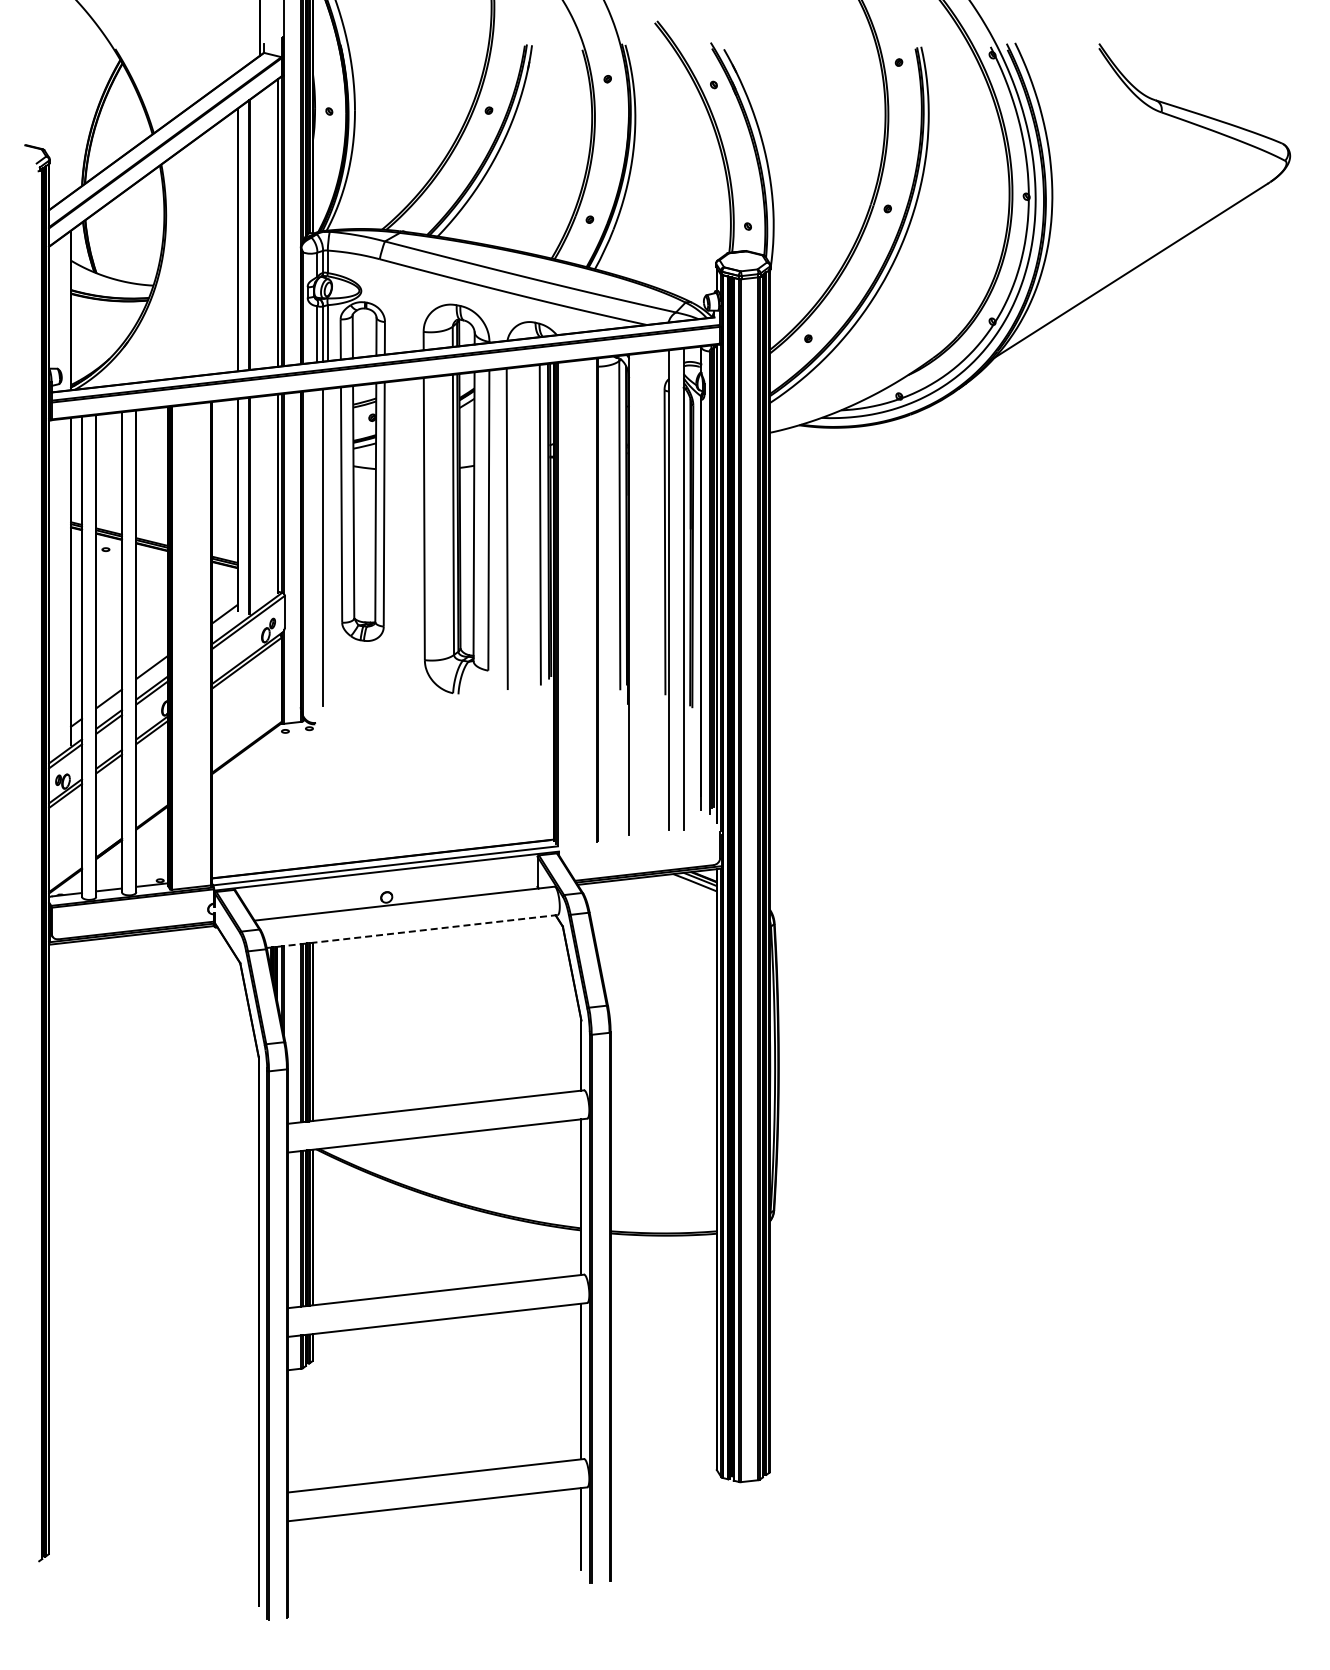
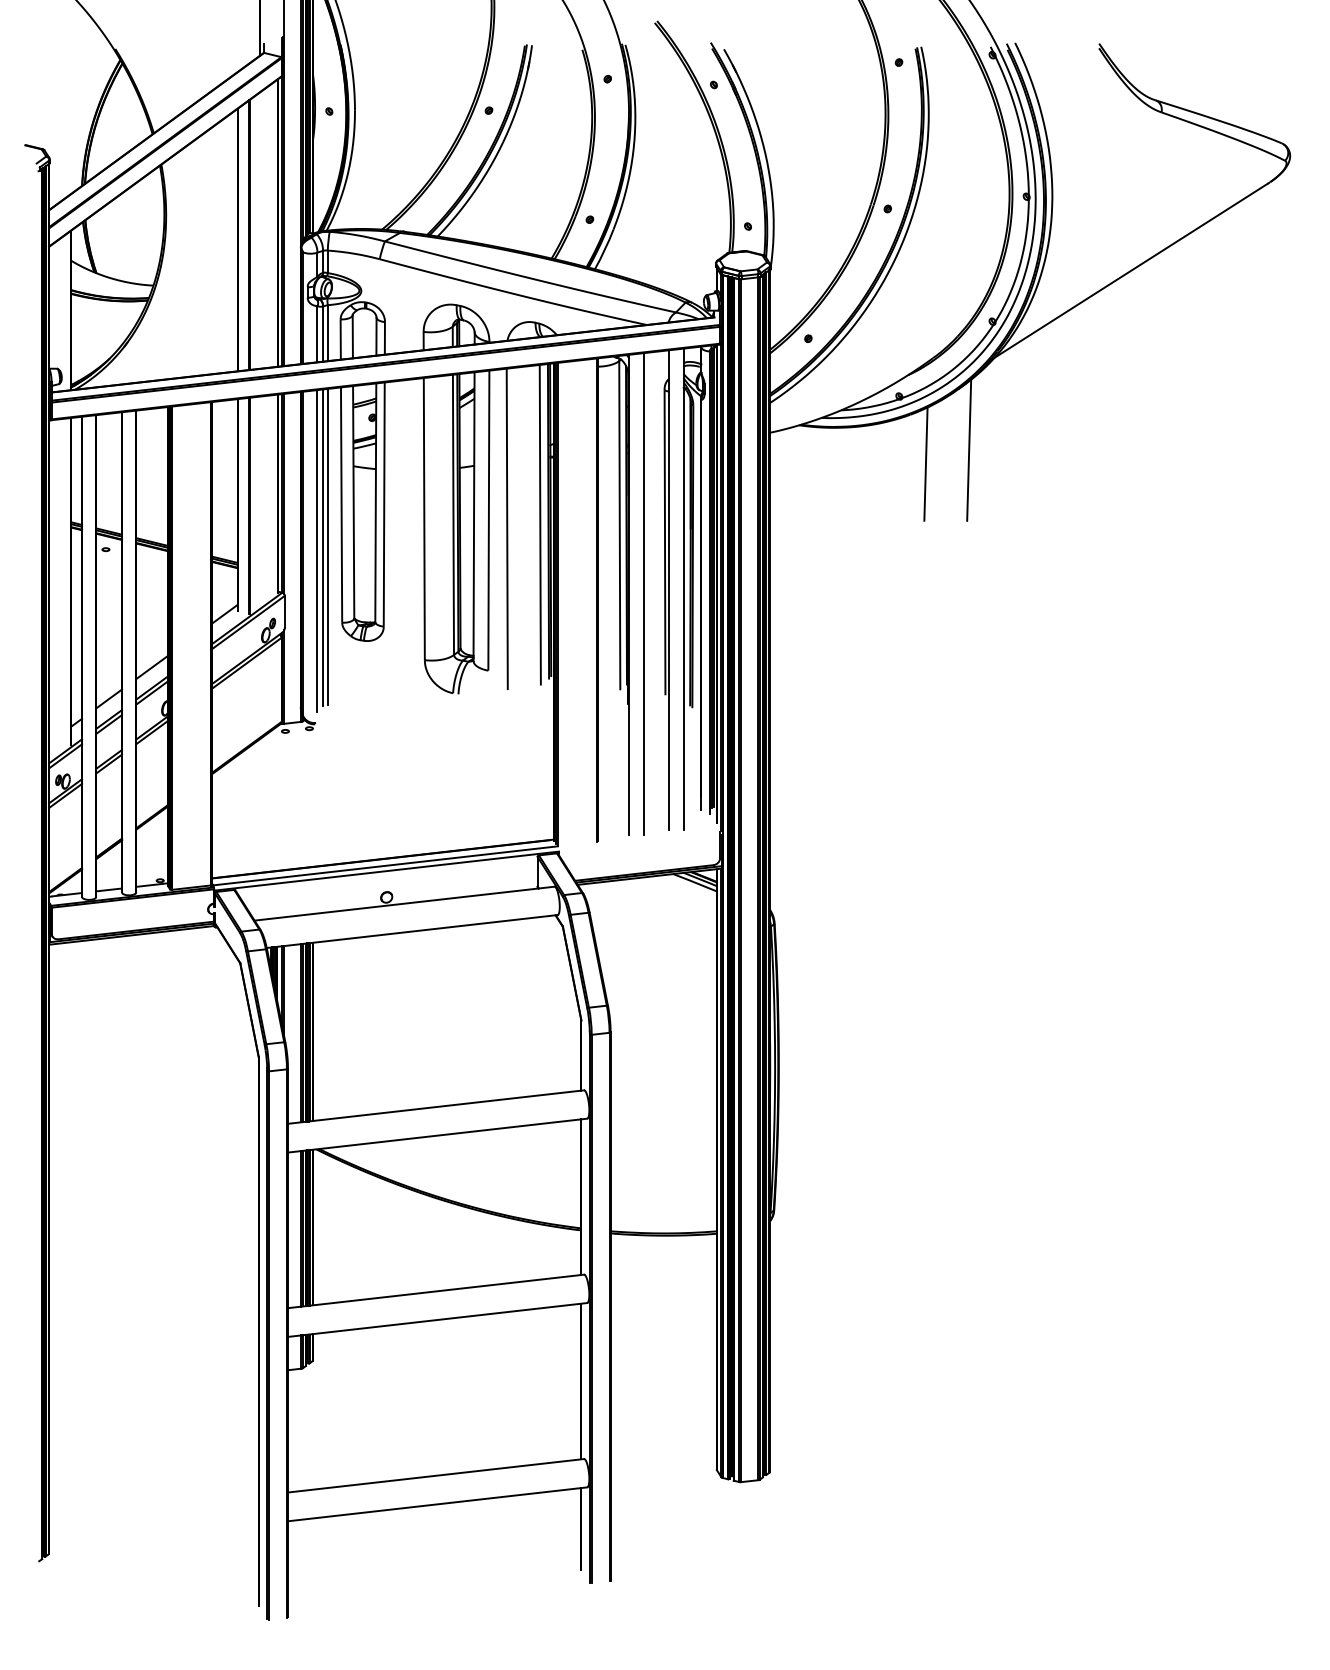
line at (969, 449): none -> present
line at (925, 463): none -> present
line at (327, 546): none -> present
line at (317, 550): none -> present
line at (643, 593): none -> present
line at (412, 931): dashed -> solid
